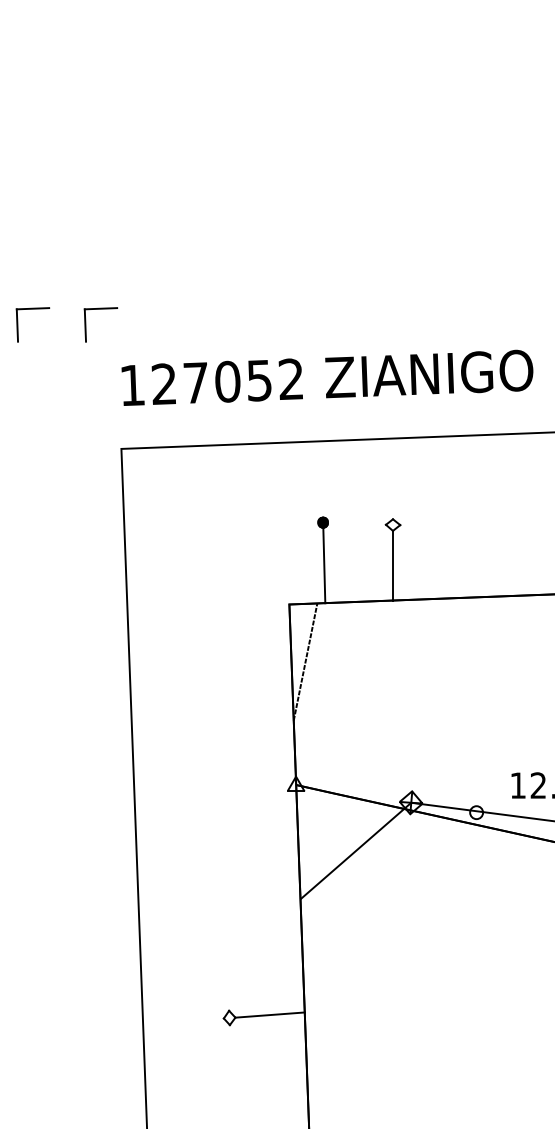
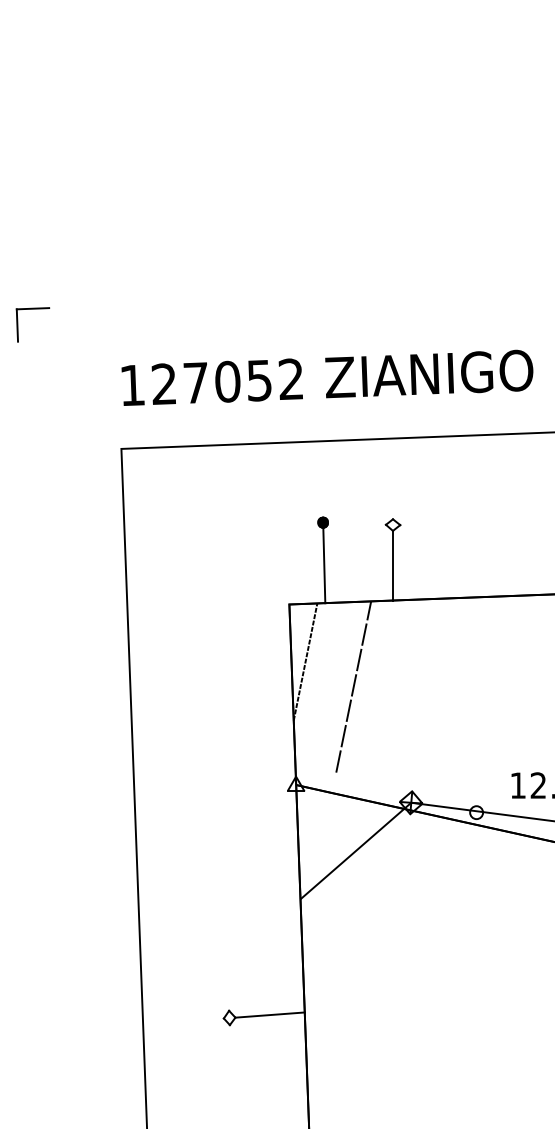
part at (86, 324): present -> none
line at (353, 686): none -> present
